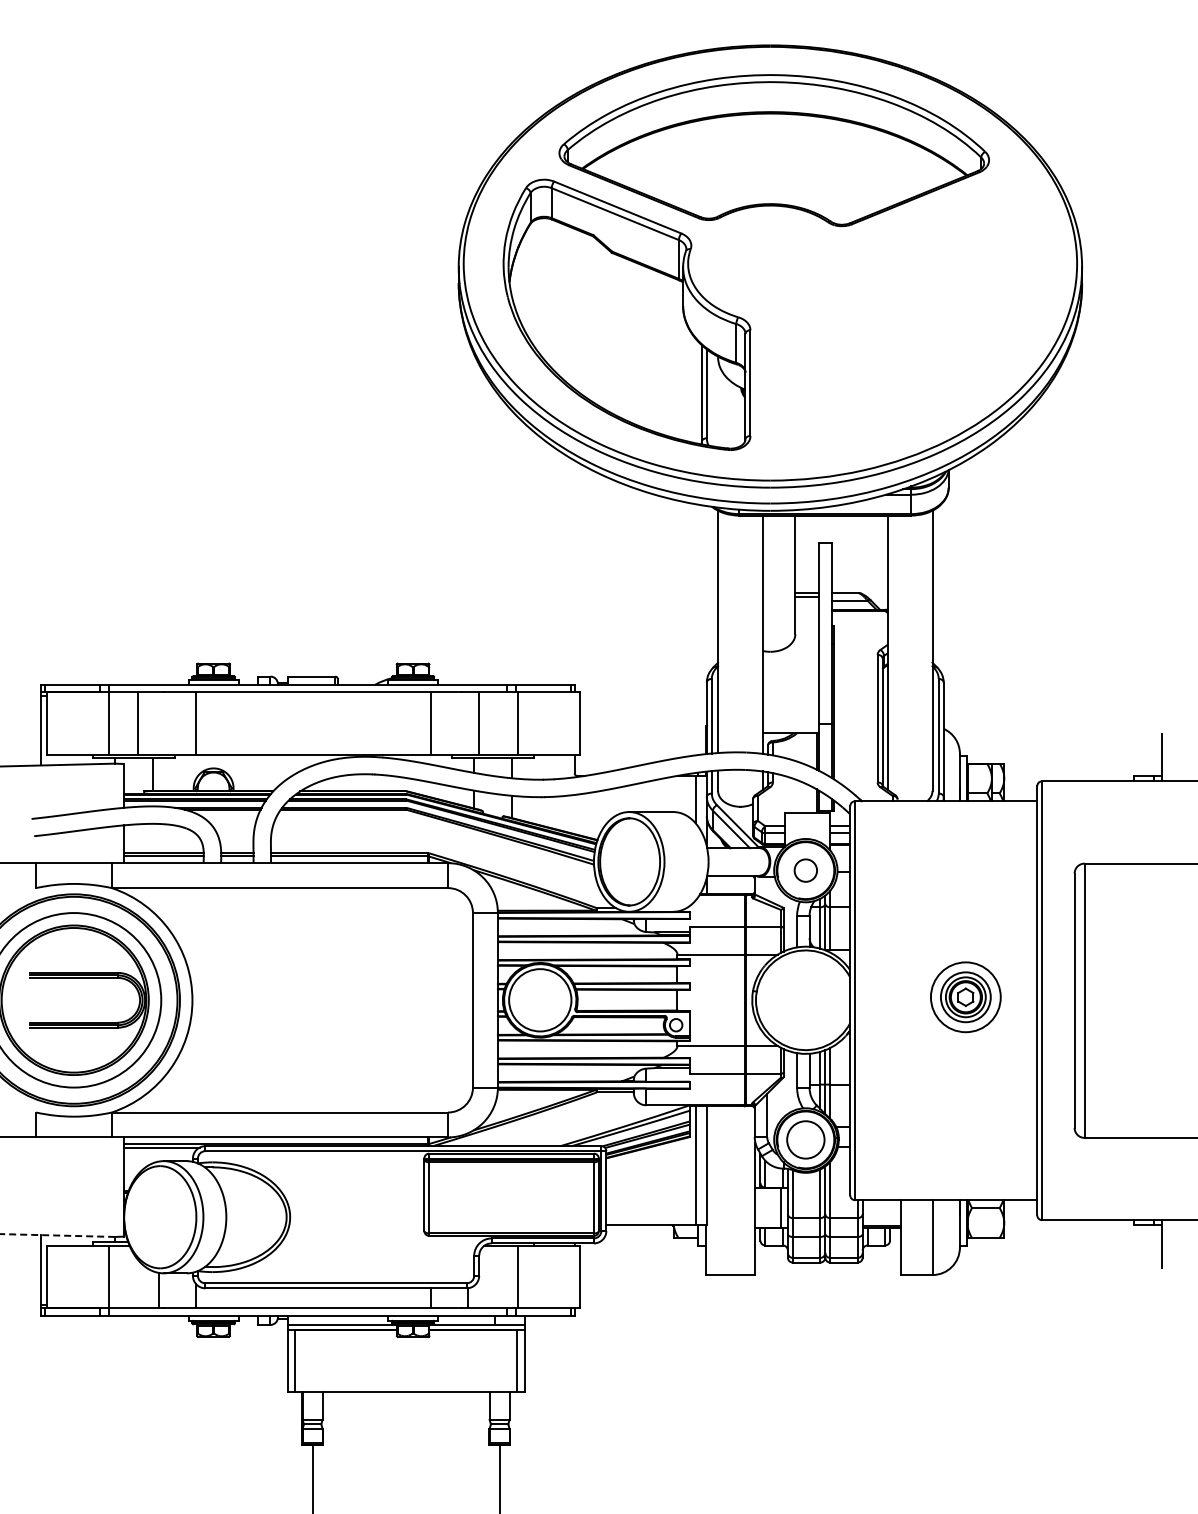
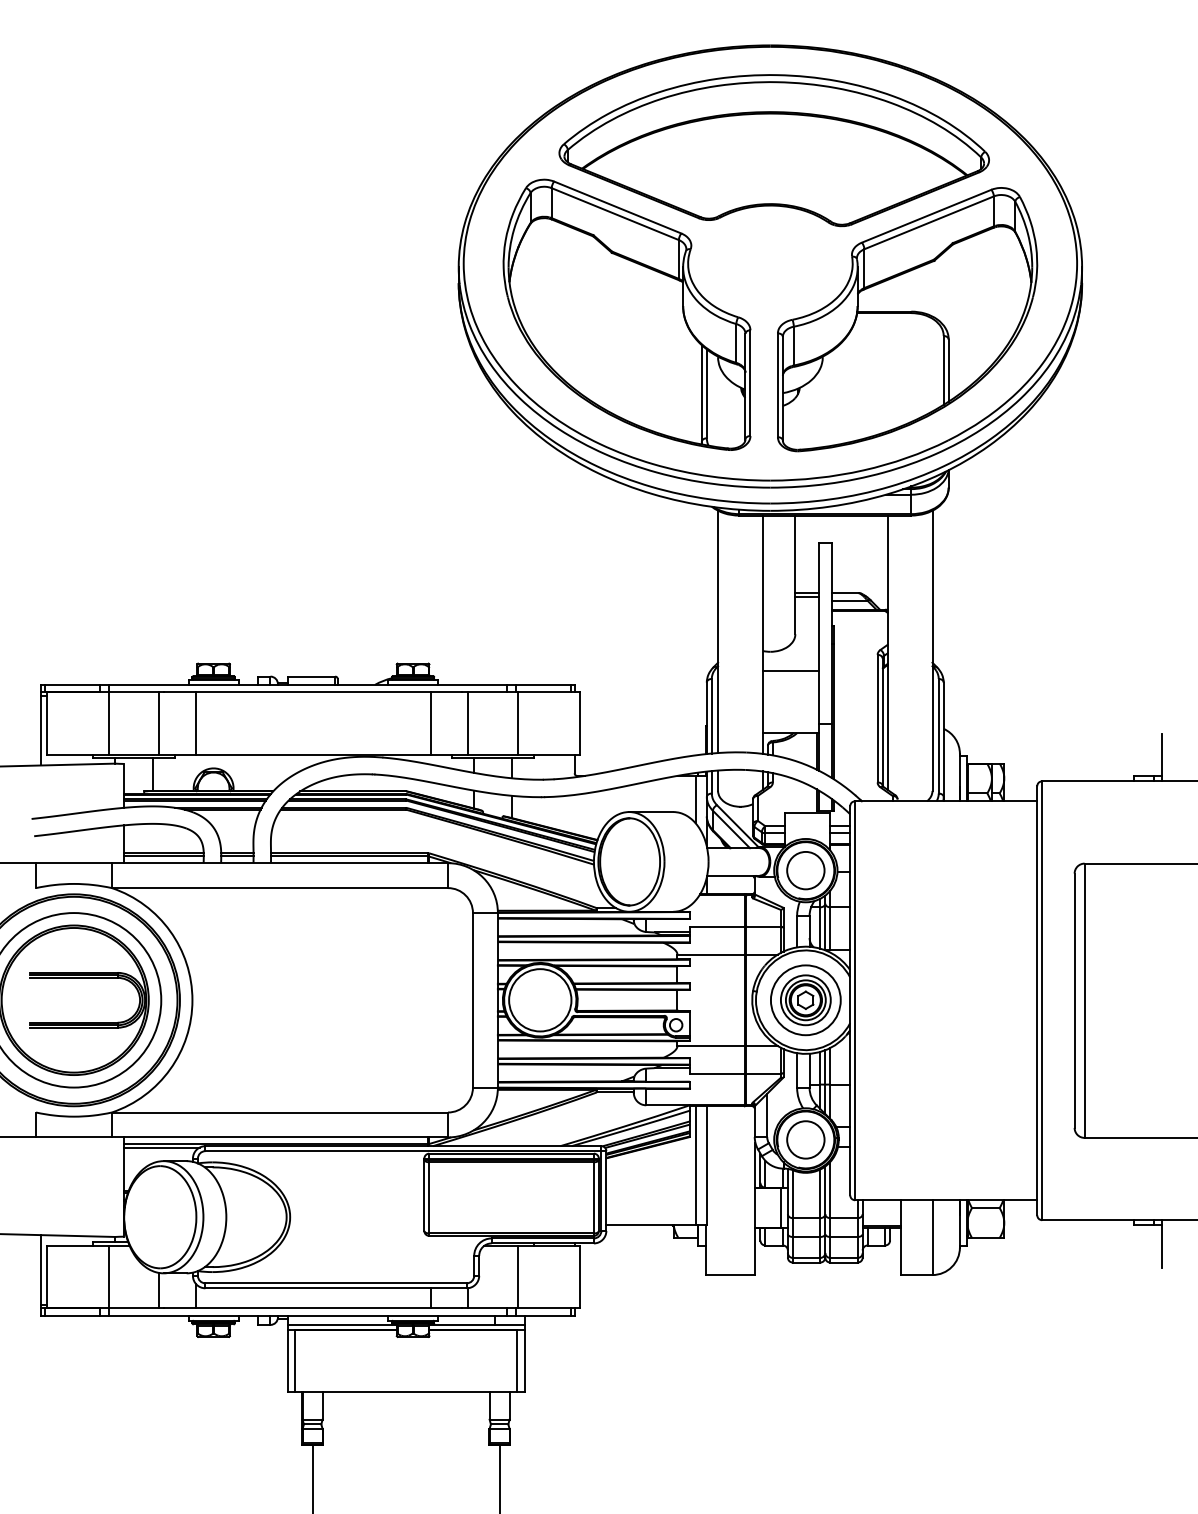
part at (907, 319): none -> present
line at (790, 671): none -> present
line at (137, 723) position: (137, 723) -> (158, 723)
line at (478, 723) position: (478, 723) -> (467, 723)
circle at (805, 870) diameter: 22 px -> 37 px
part at (965, 997) position: (965, 997) -> (805, 1000)
line at (57, 1235): dashed -> solid
